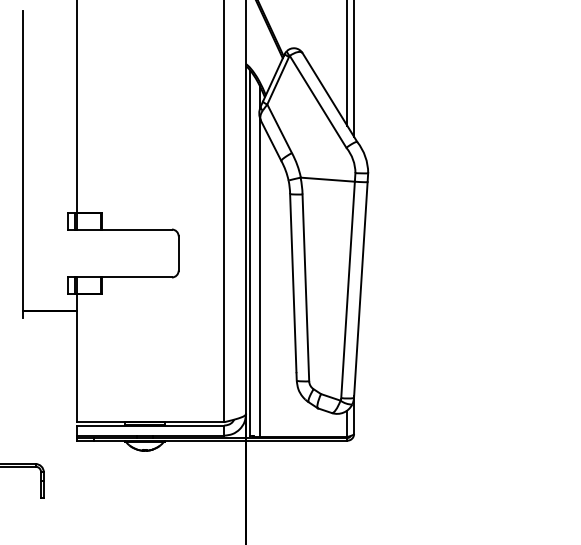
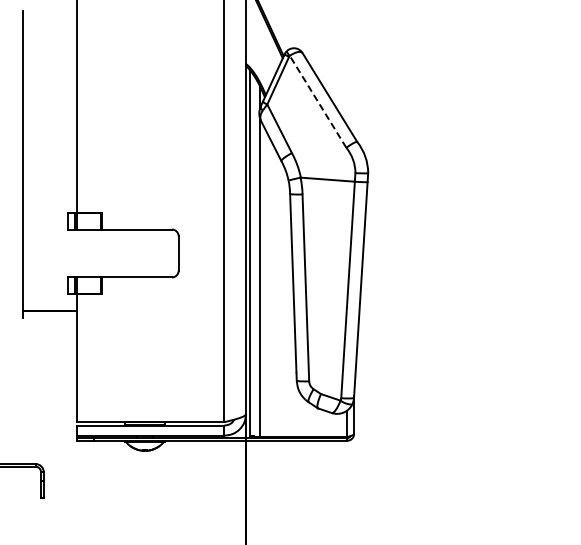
line at (347, 63): present -> none
line at (354, 69): present -> none
line at (318, 101): solid -> dashed
